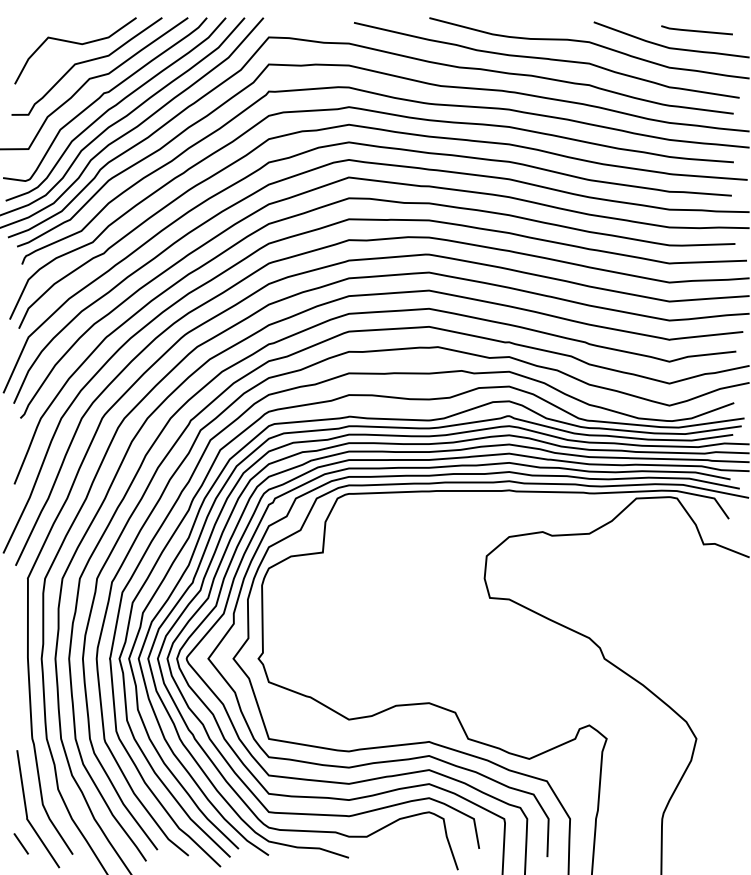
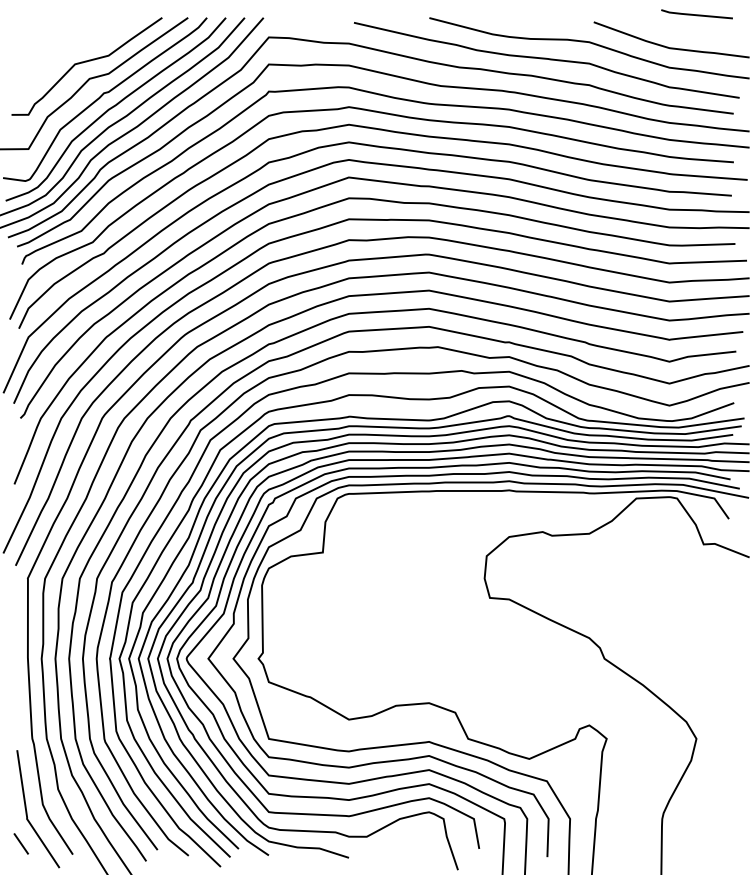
line at (696, 30) position: (696, 30) -> (696, 14)
curve at (77, 44): present -> none
